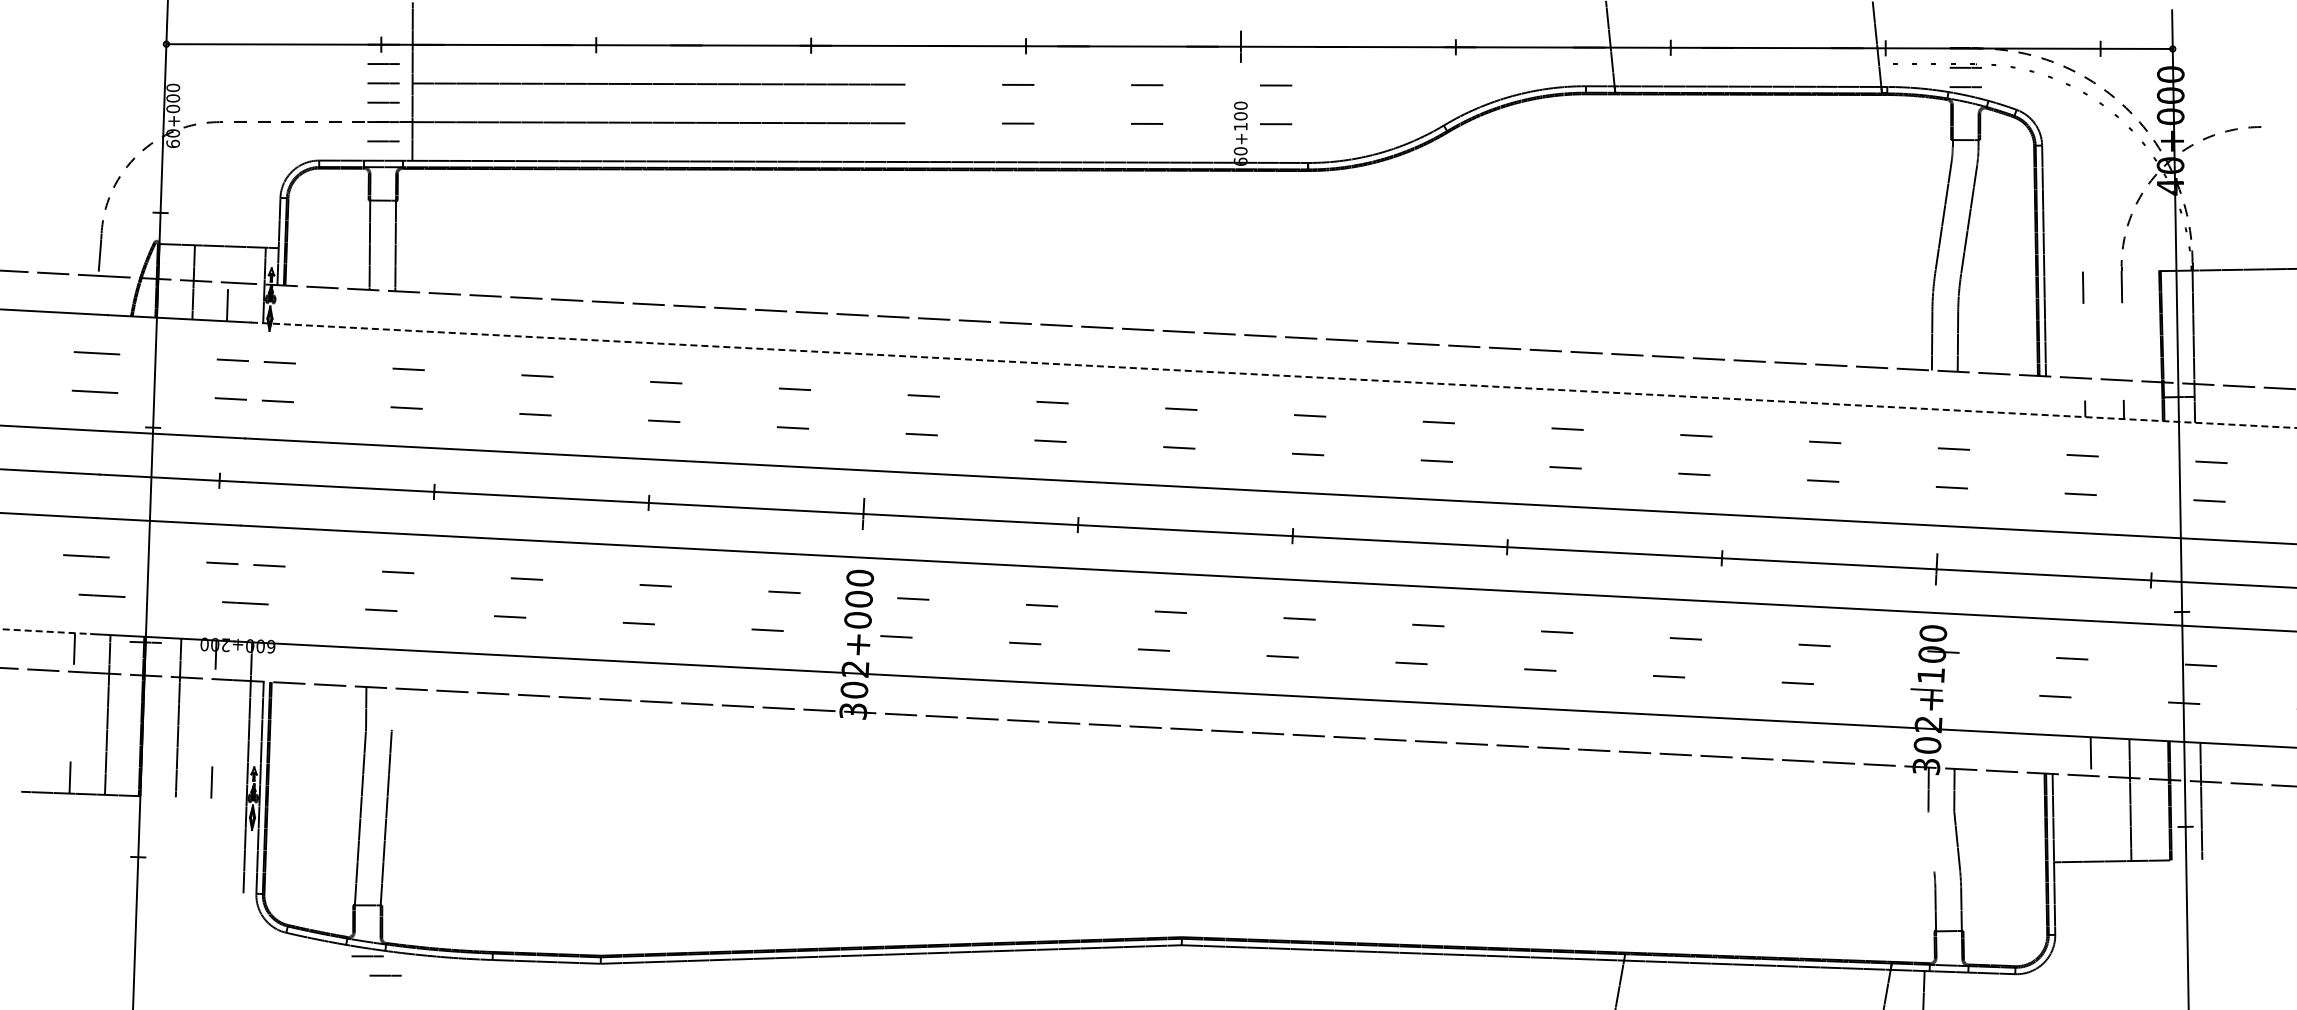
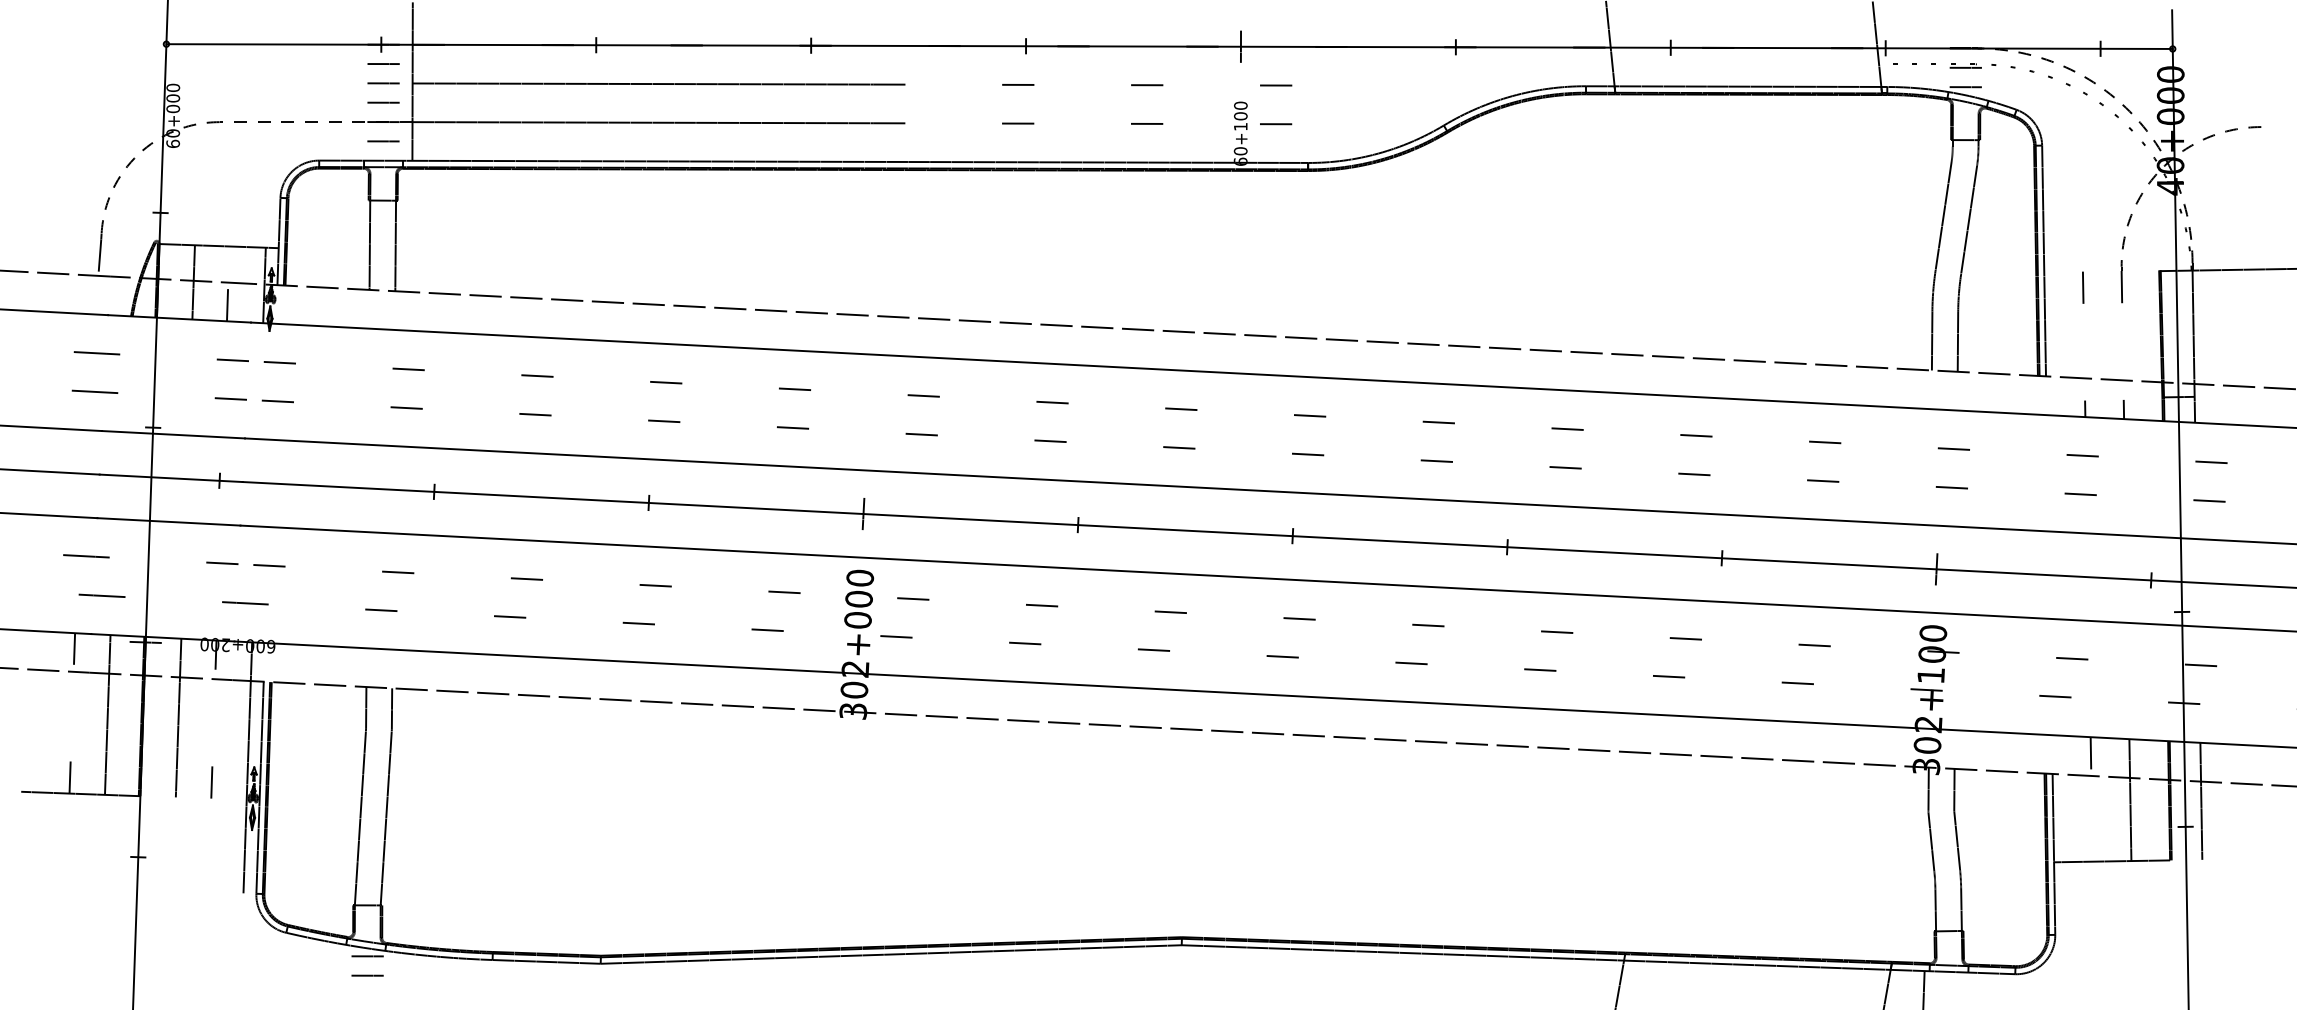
line at (1273, 375): dashed -> solid
line at (46, 631): dashed -> solid
line at (391, 708): none -> present
line at (1931, 841): none -> present
line at (385, 975) position: (385, 975) -> (367, 975)
